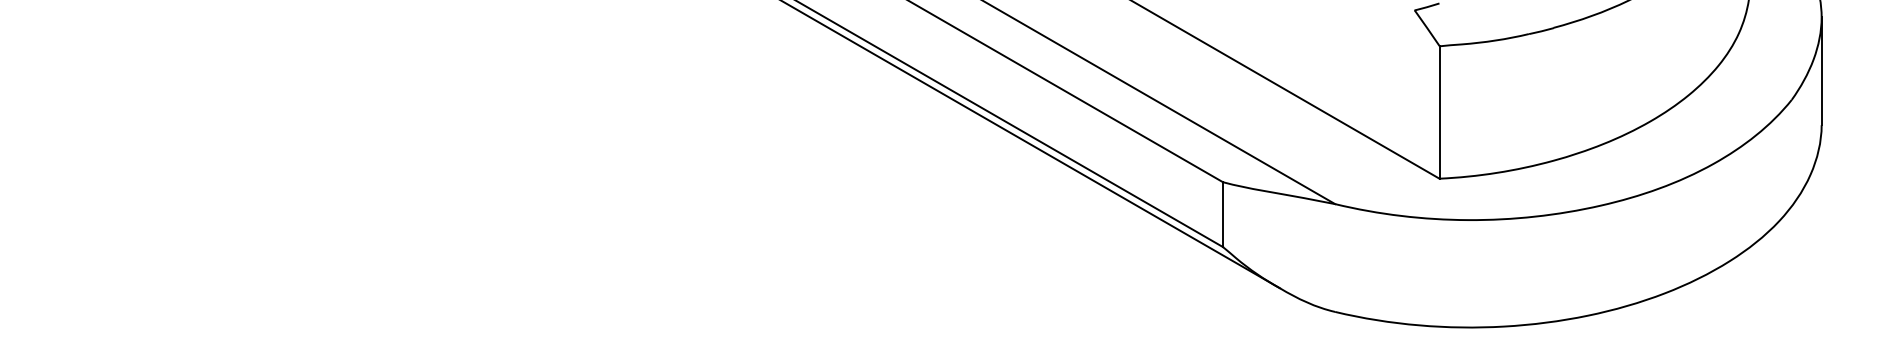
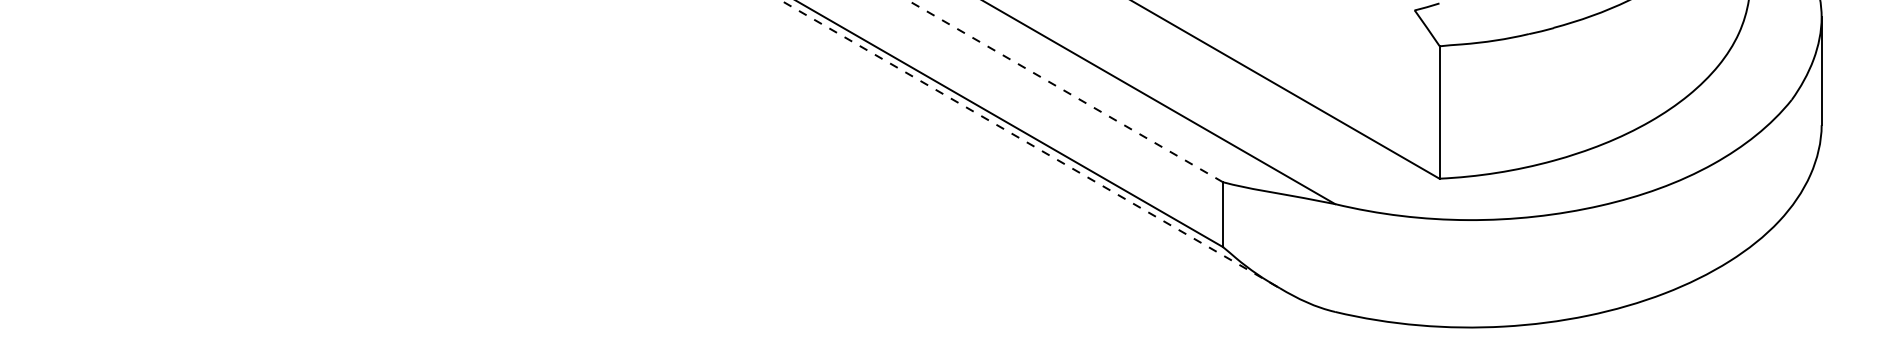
line at (1065, 91): solid -> dashed
line at (1030, 144): solid -> dashed
